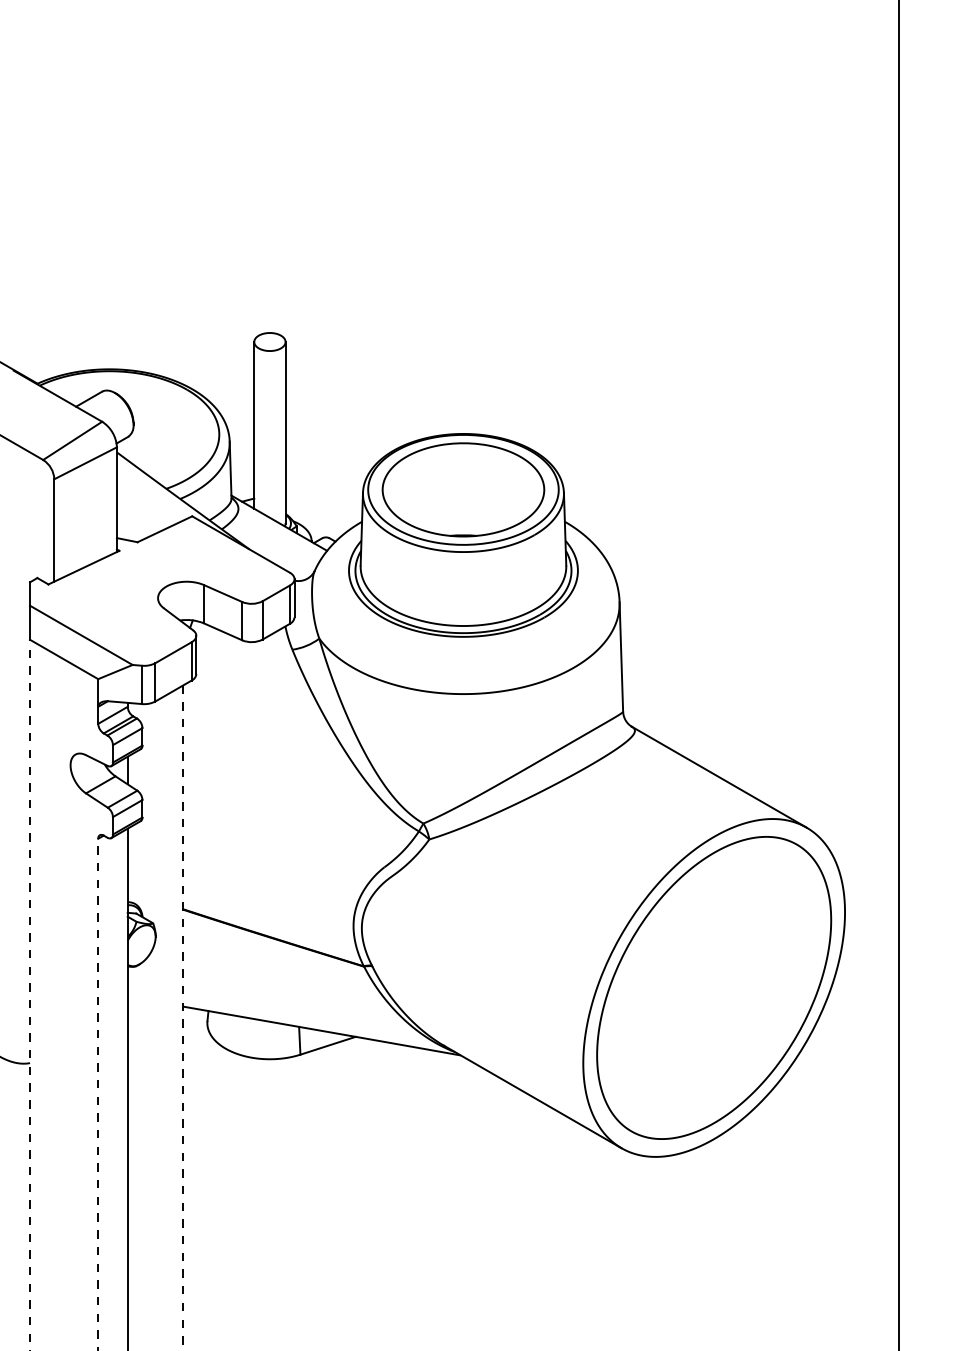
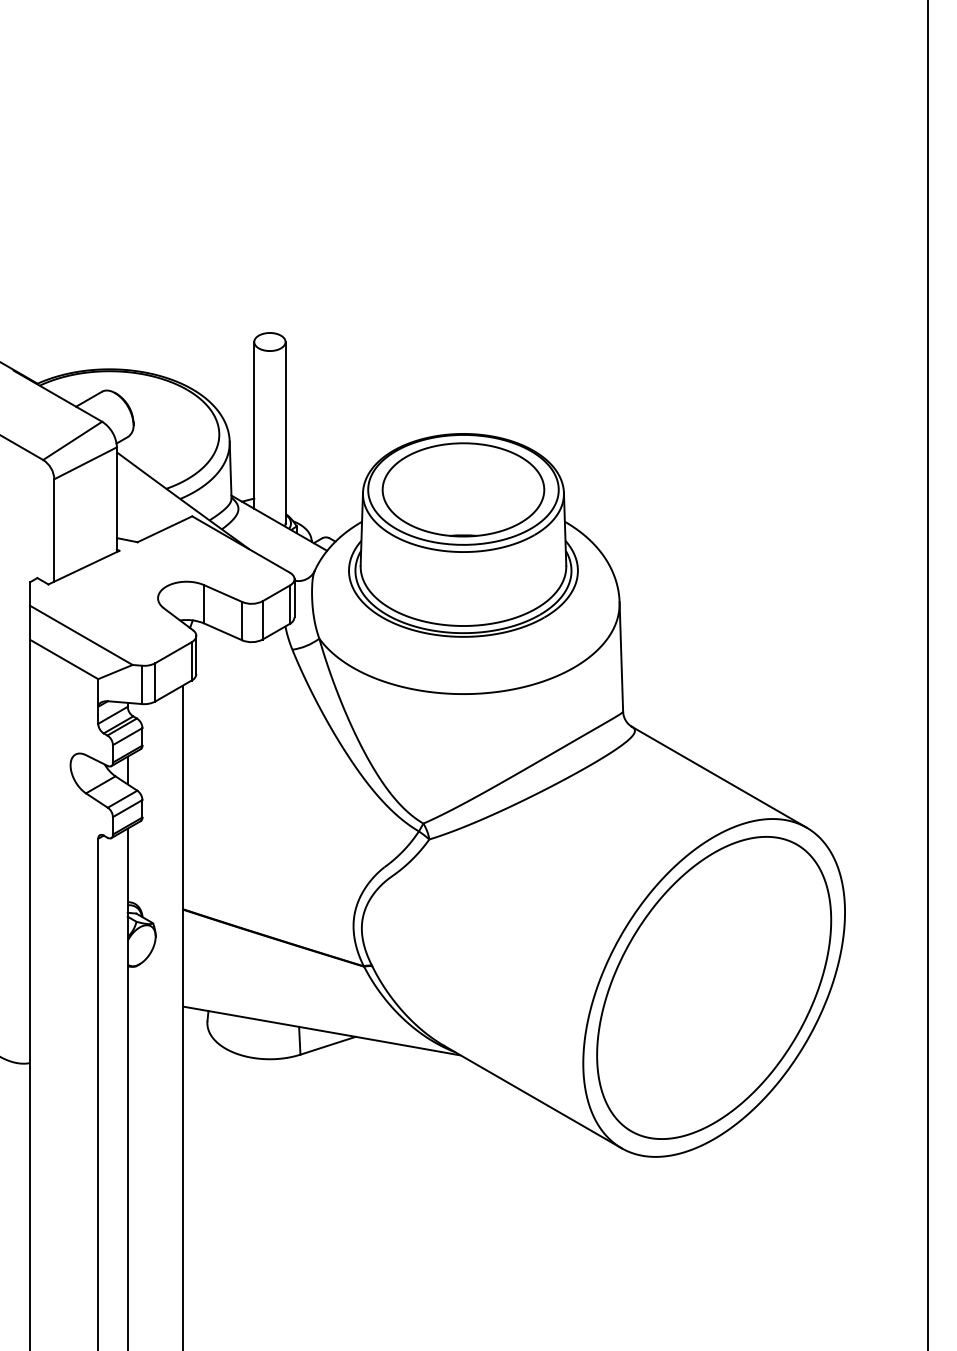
line at (899, 674) position: (899, 674) -> (928, 674)
line at (30, 994): dashed -> solid
line at (183, 1018): dashed -> solid
line at (98, 1094): dashed -> solid
